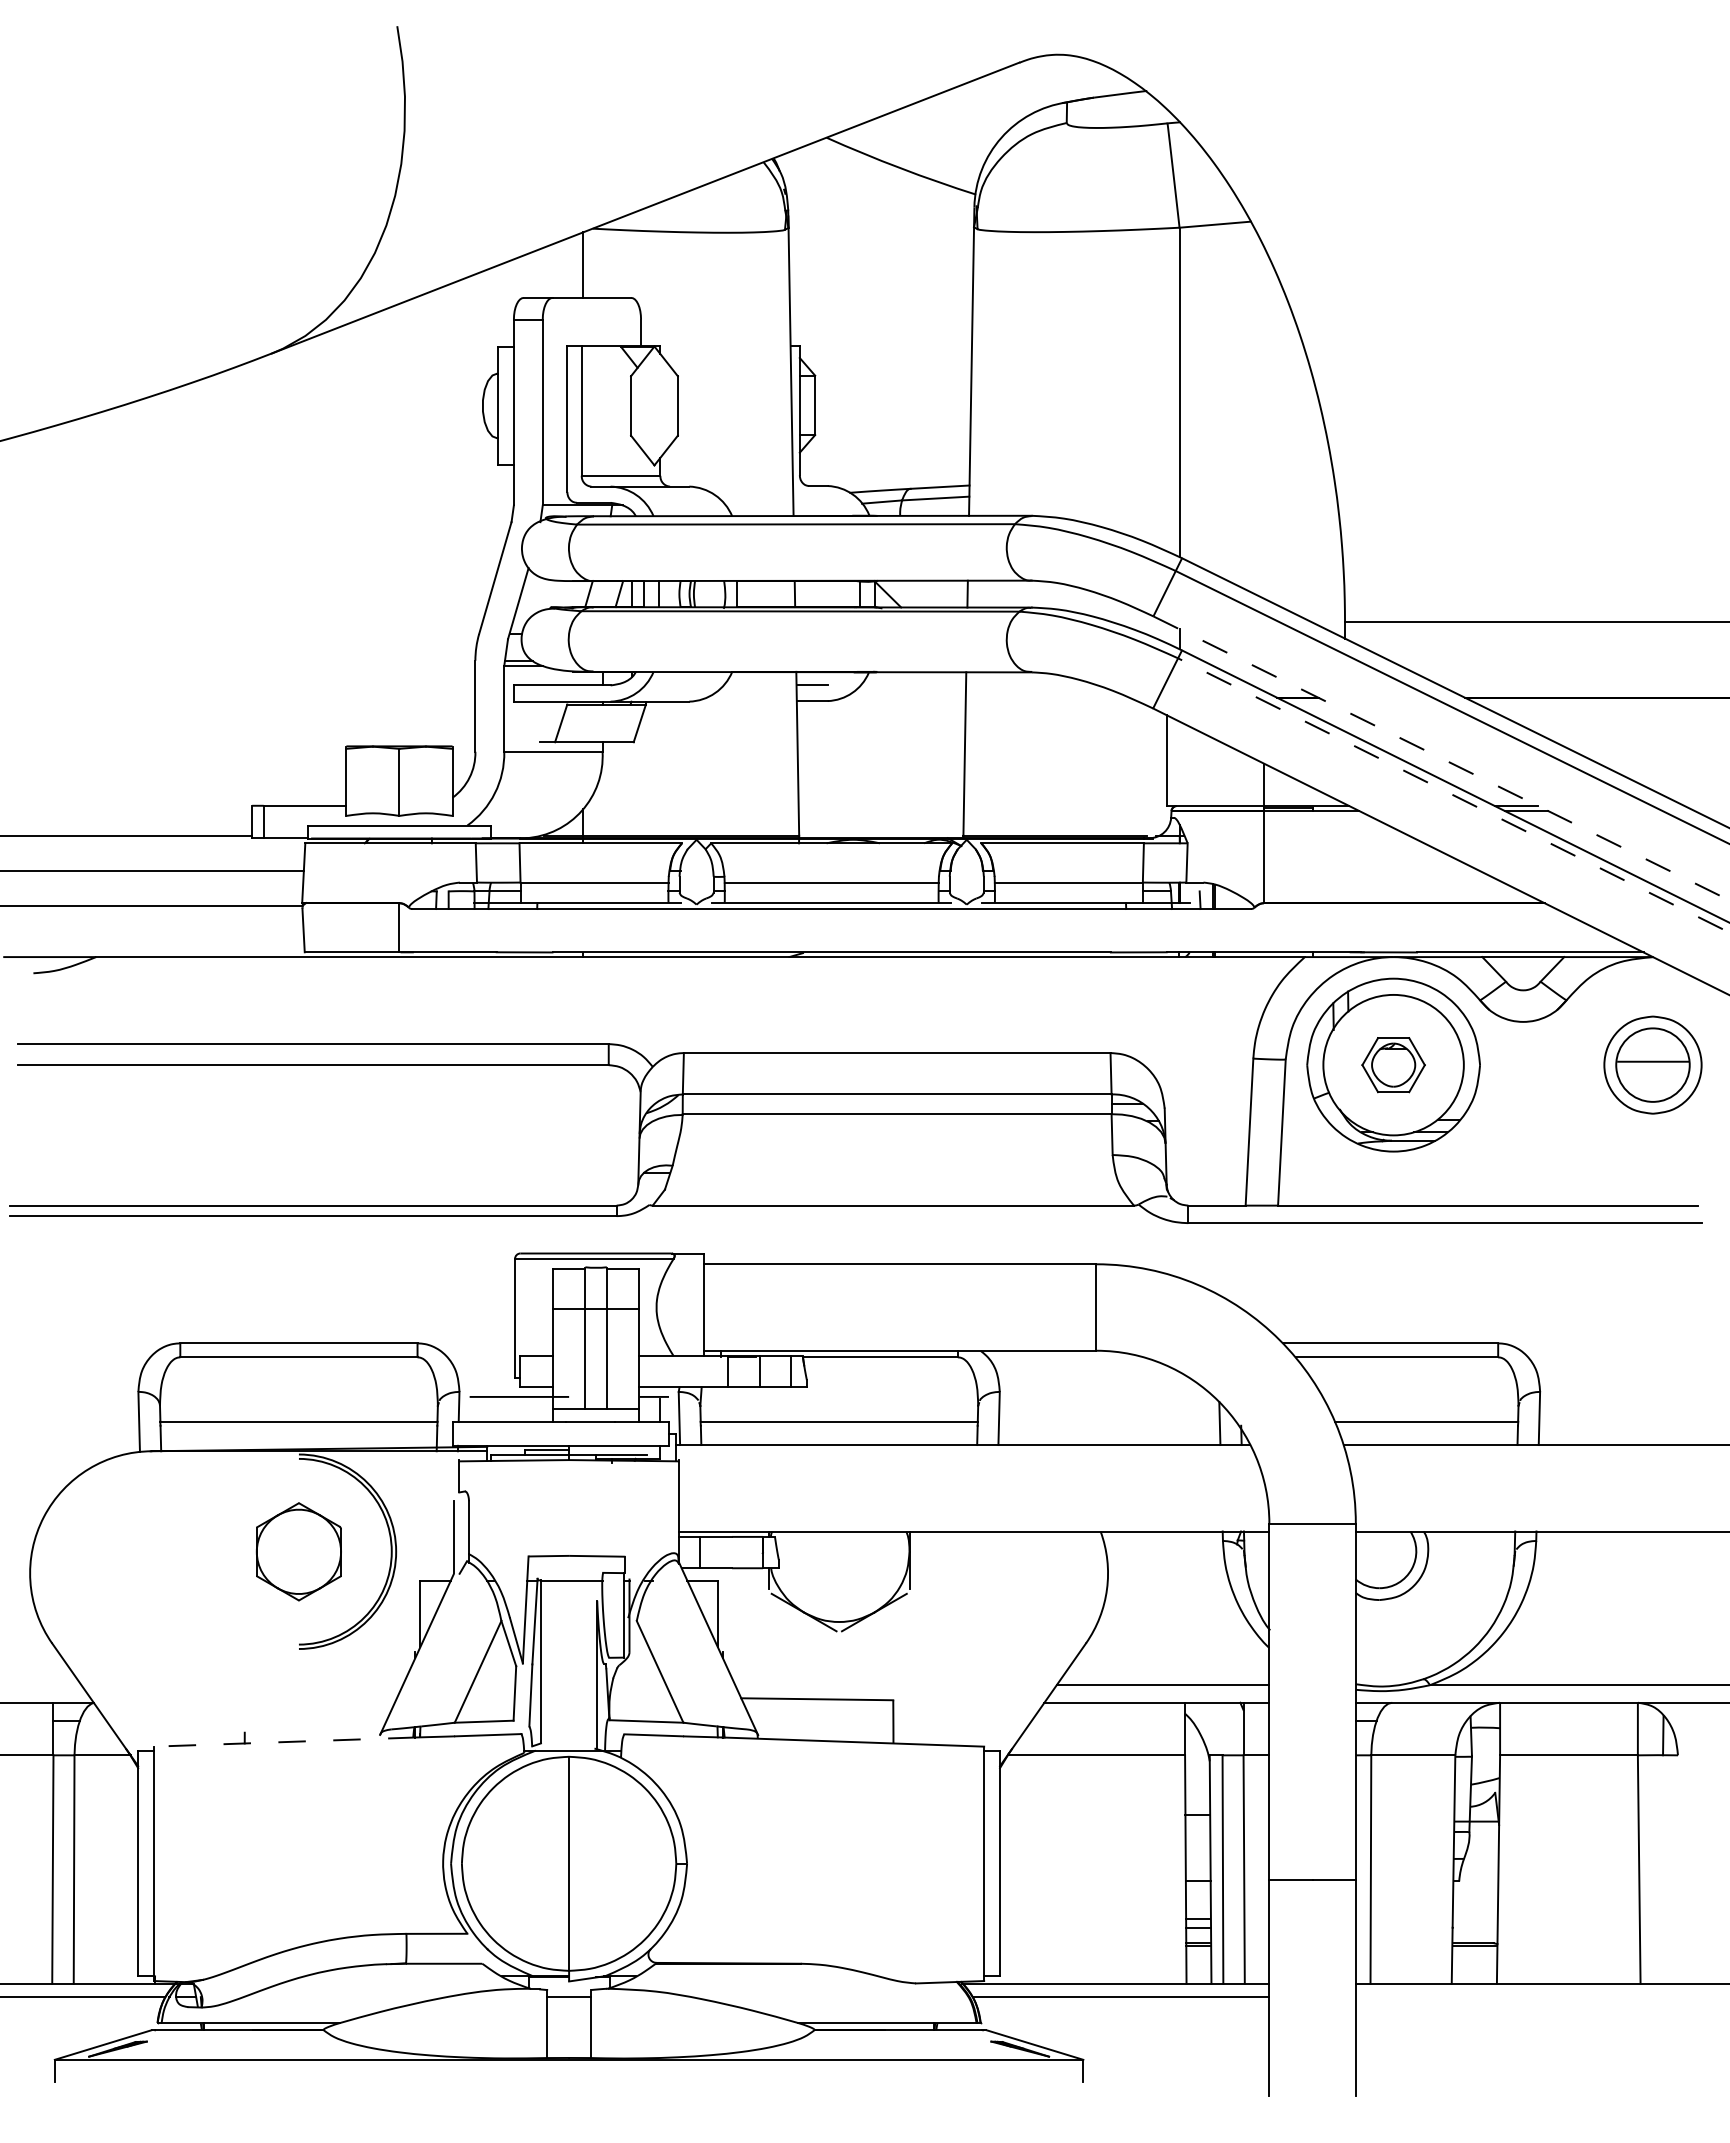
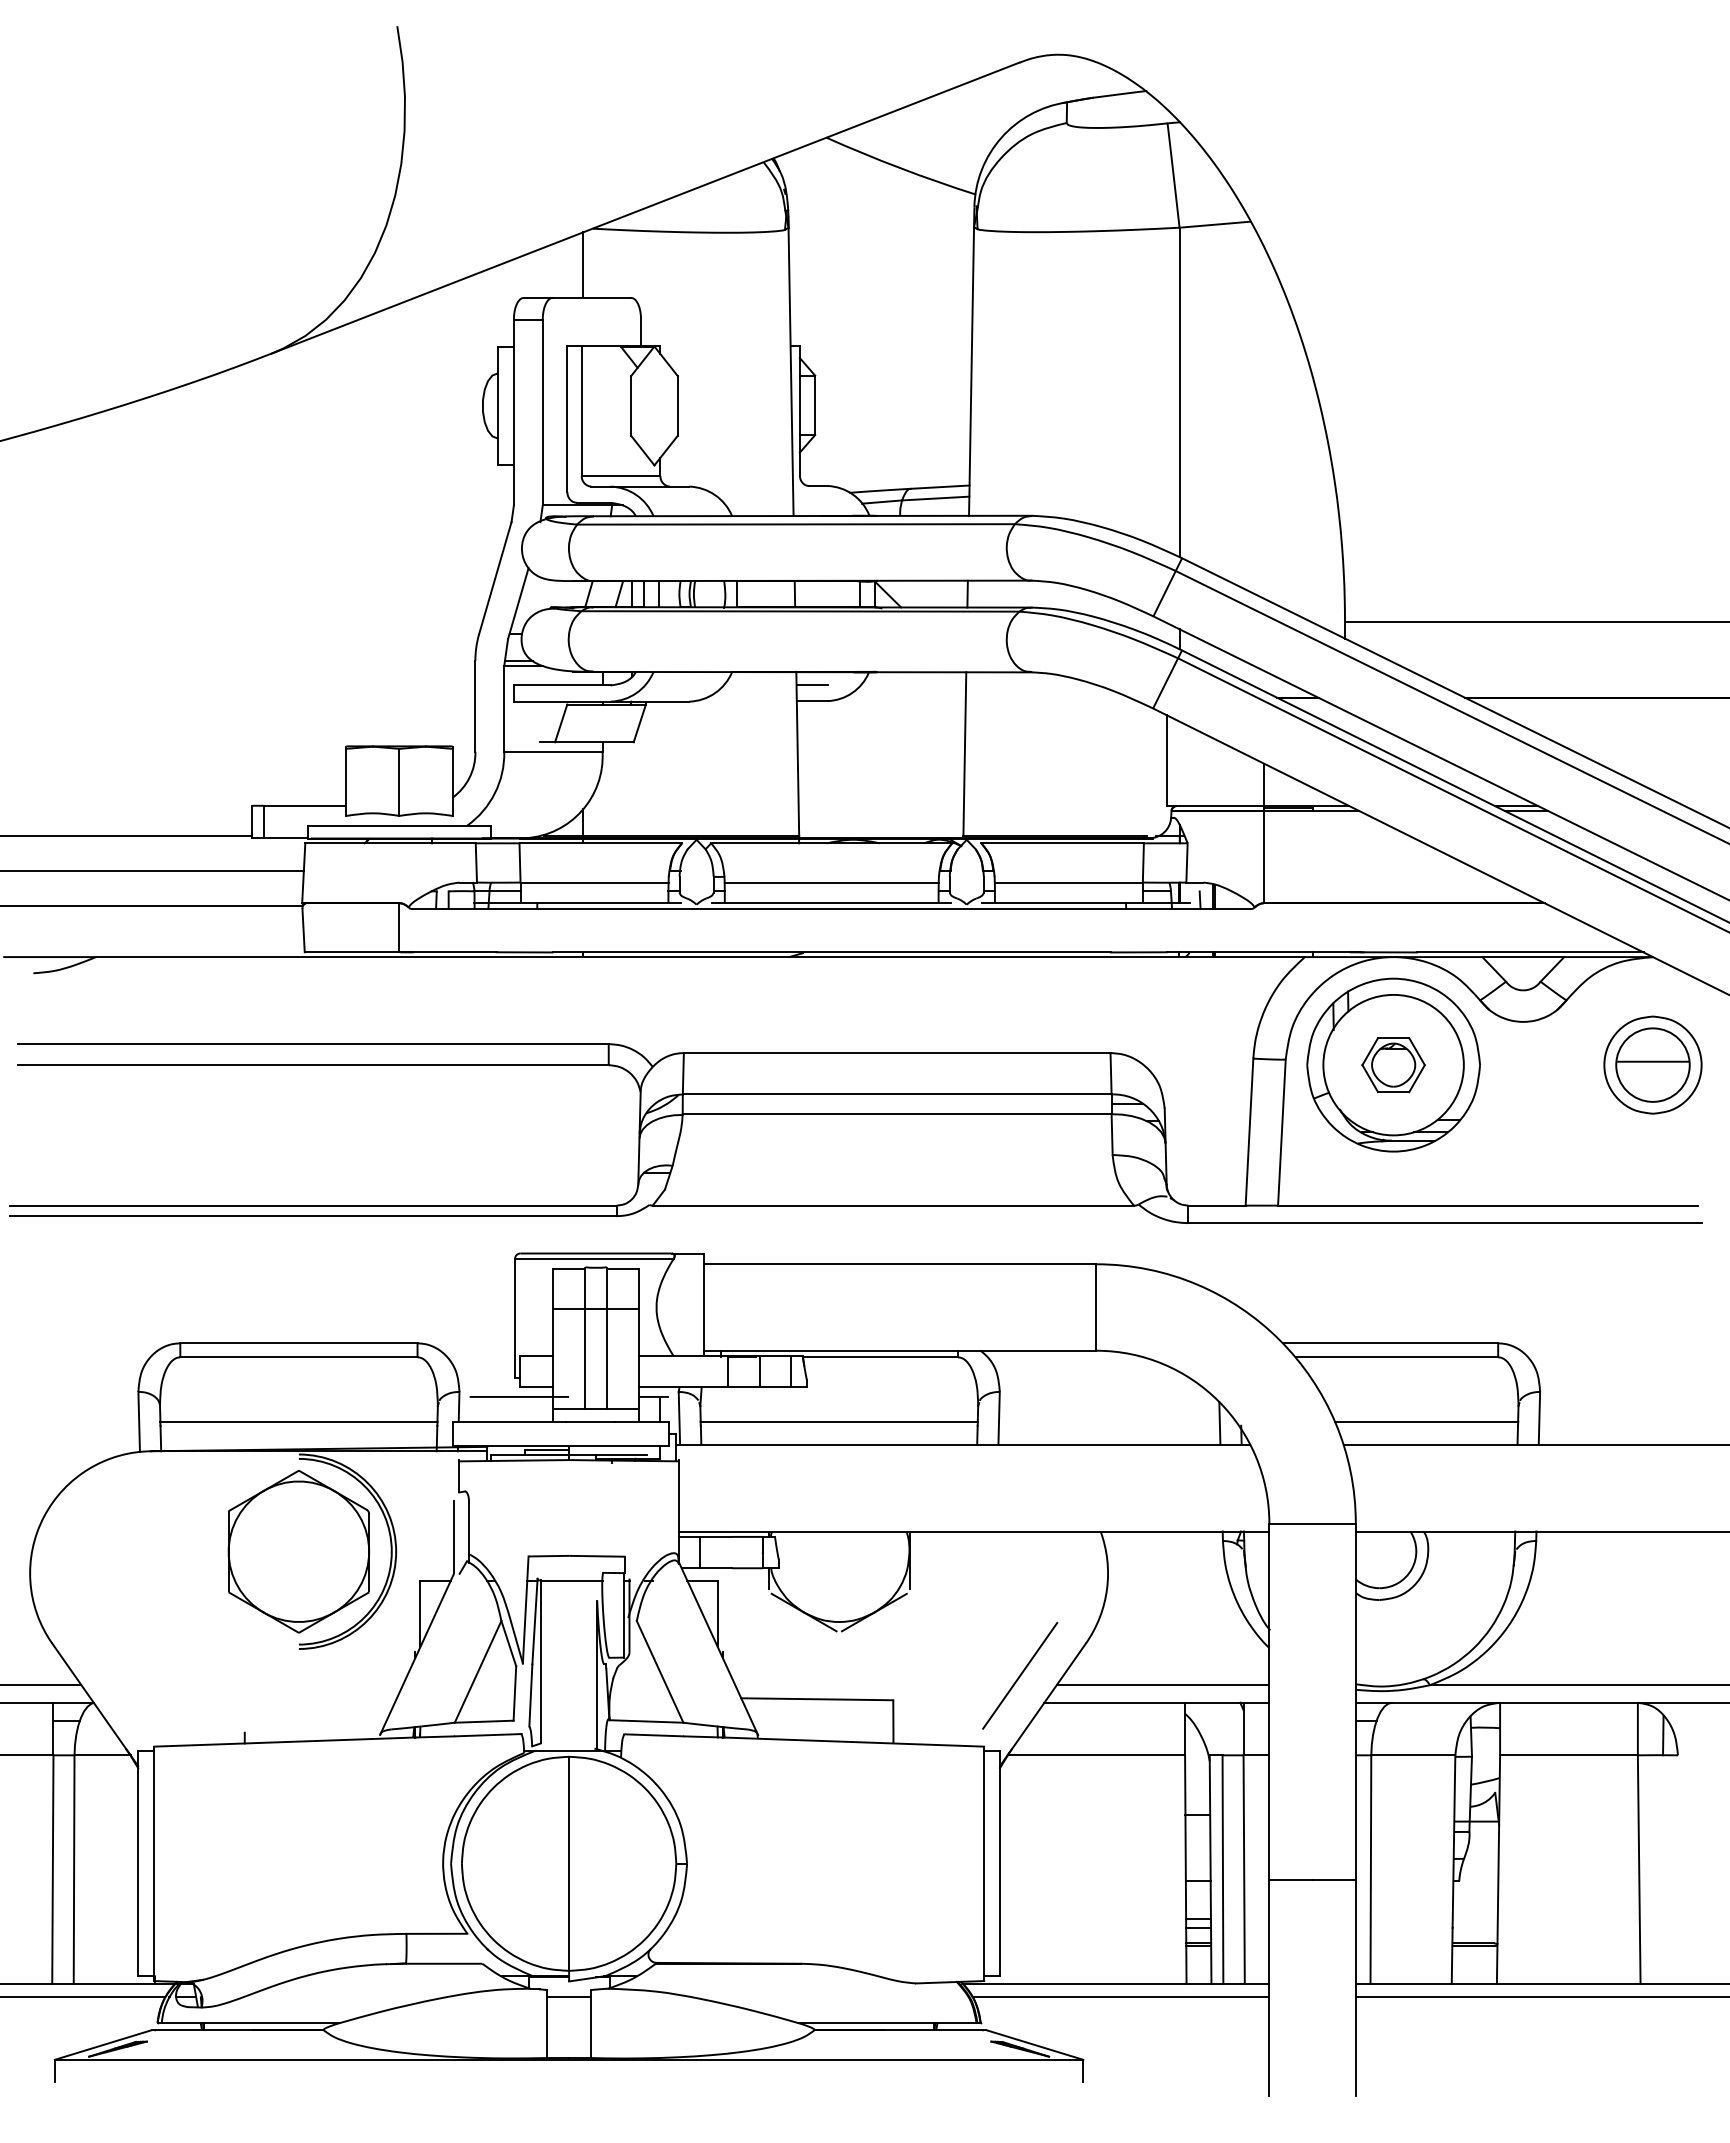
line at (1441, 758): dashed -> solid
line at (1453, 795): dashed -> solid
part at (298, 1551) size: 87x100 px -> 144x164 px
line at (1020, 1675): none -> present
line at (41, 1685): none -> present
line at (284, 1742): dashed -> solid
line at (1540, 1997): none -> present
